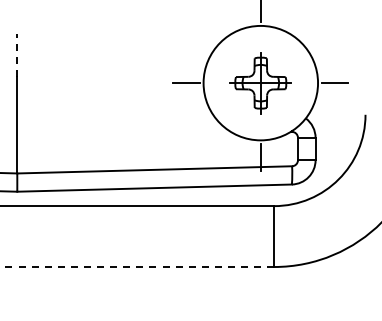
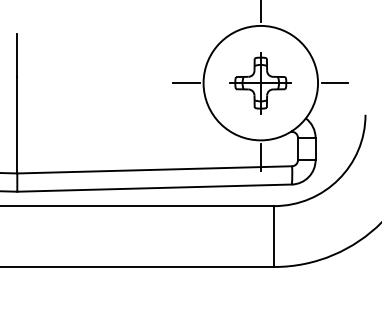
line at (17, 55): dashed -> solid
line at (137, 267): dashed -> solid
